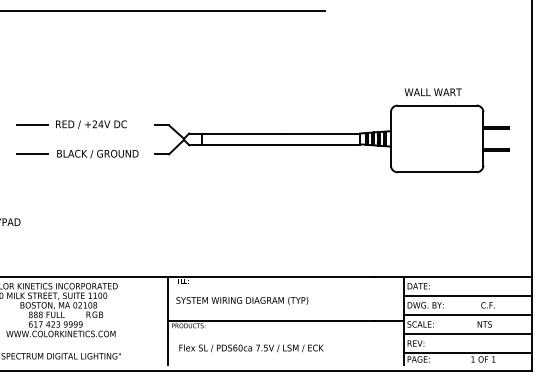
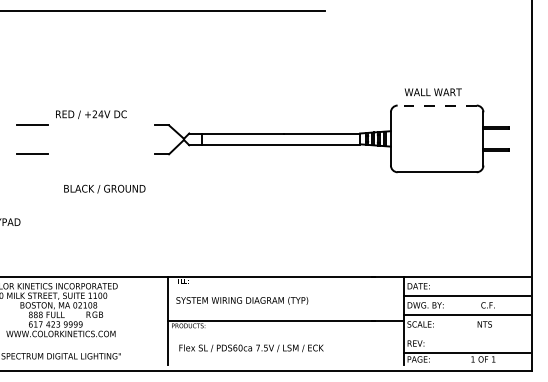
line at (437, 105): solid -> dashed
text at (91, 124) position: (91, 124) -> (91, 114)
text at (97, 153) position: (97, 153) -> (104, 188)
line at (466, 333): present -> none
